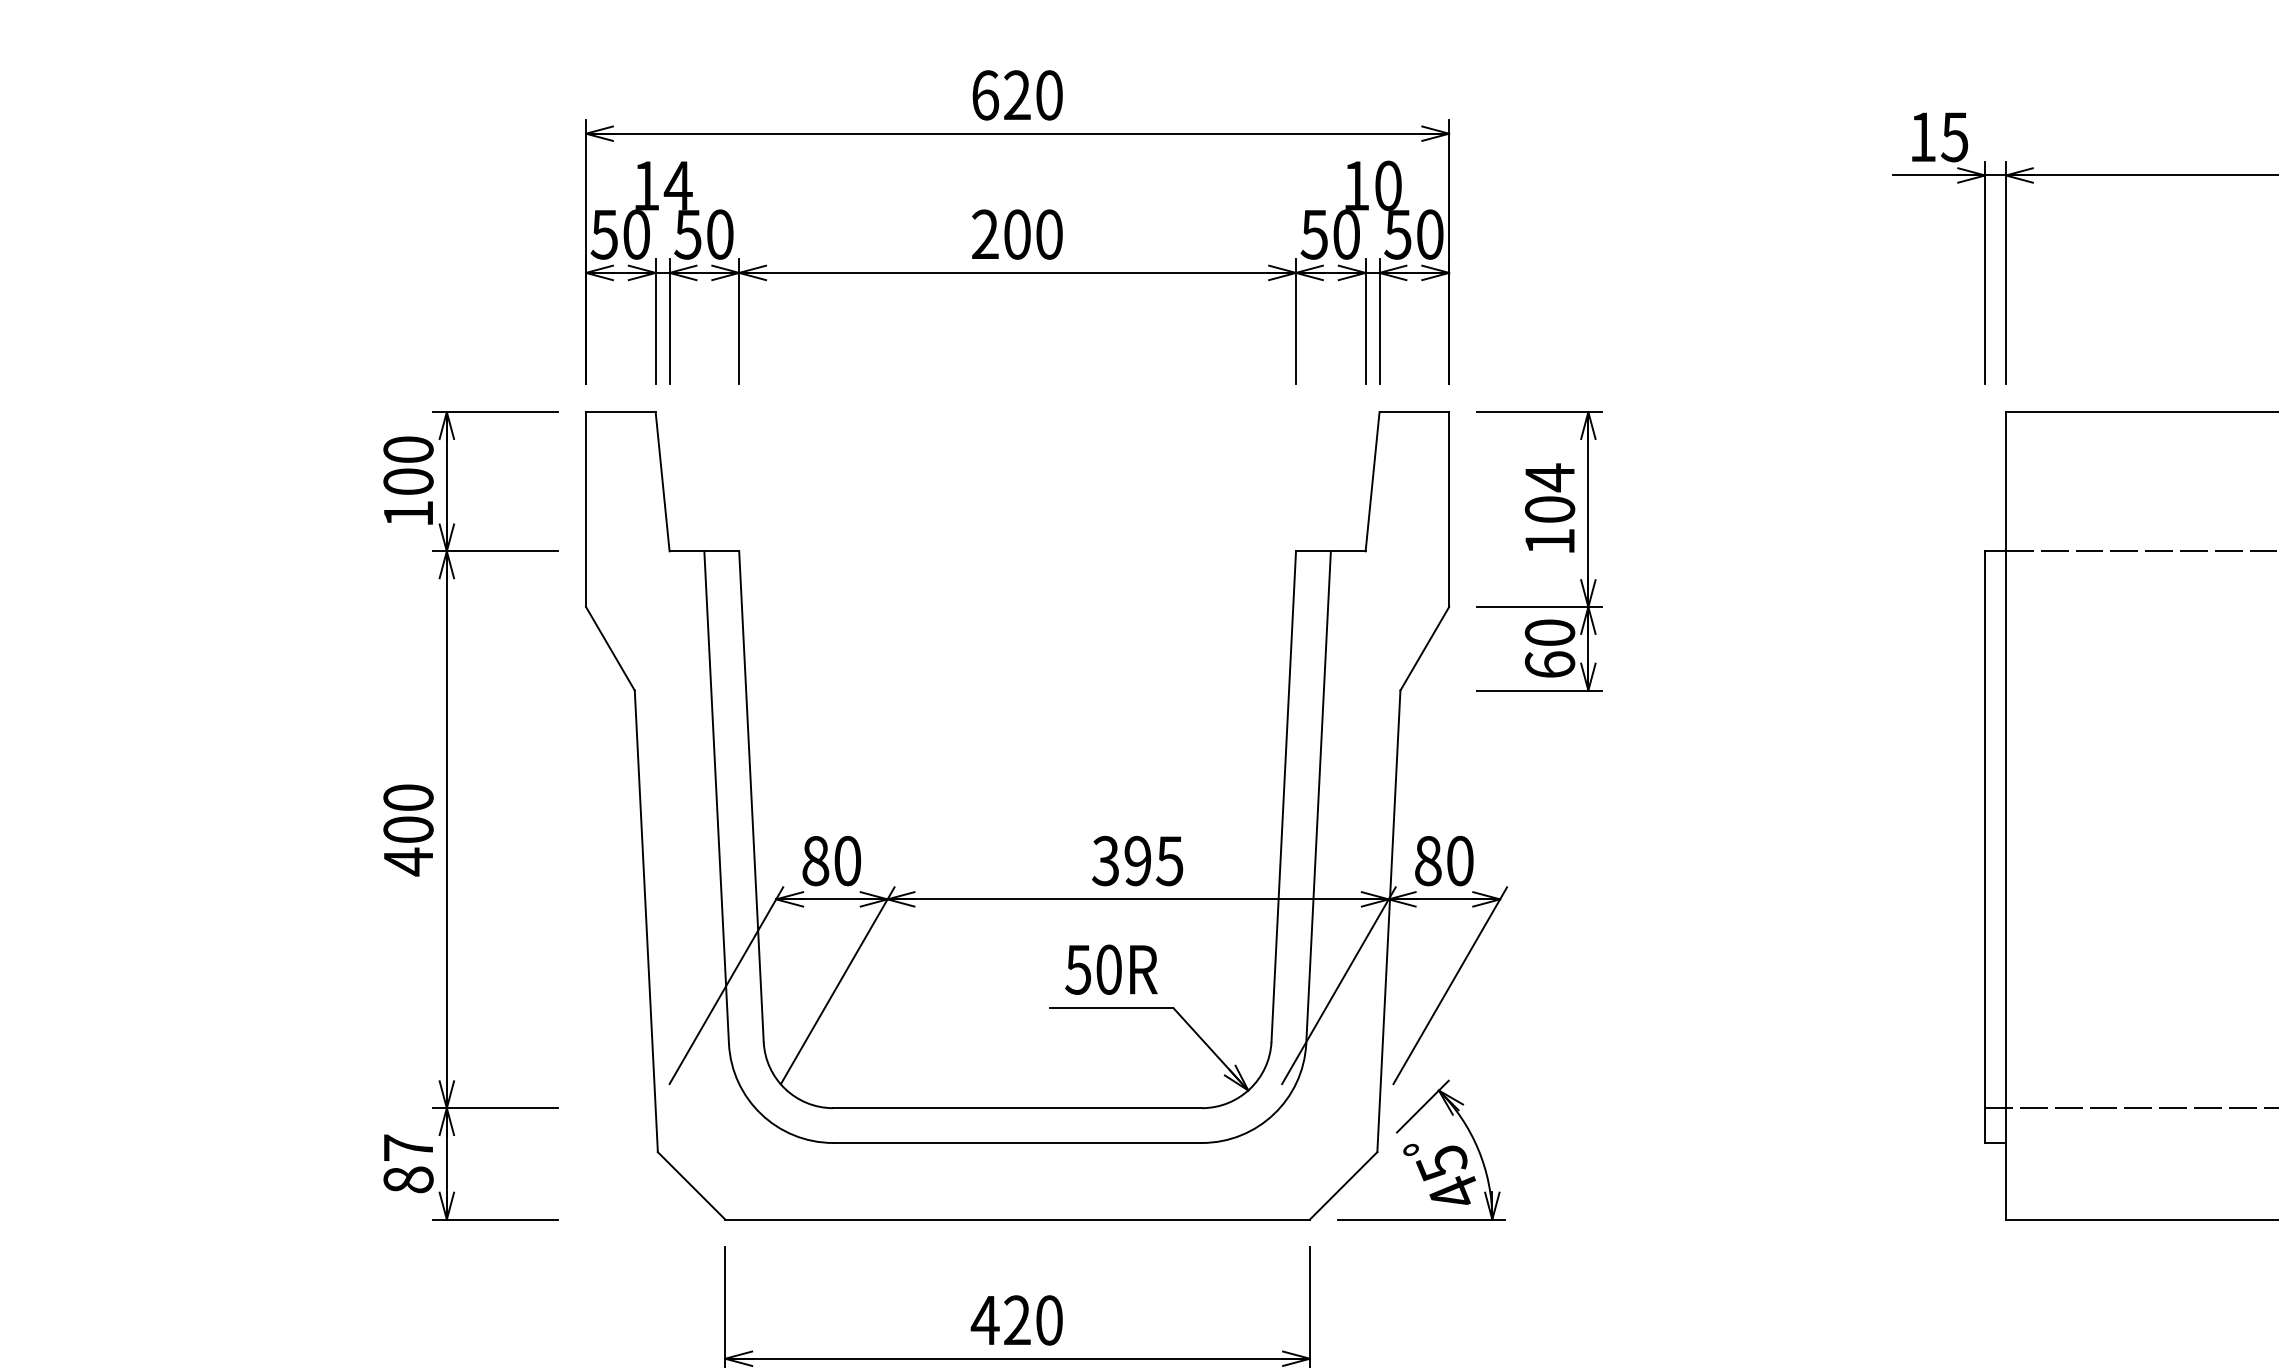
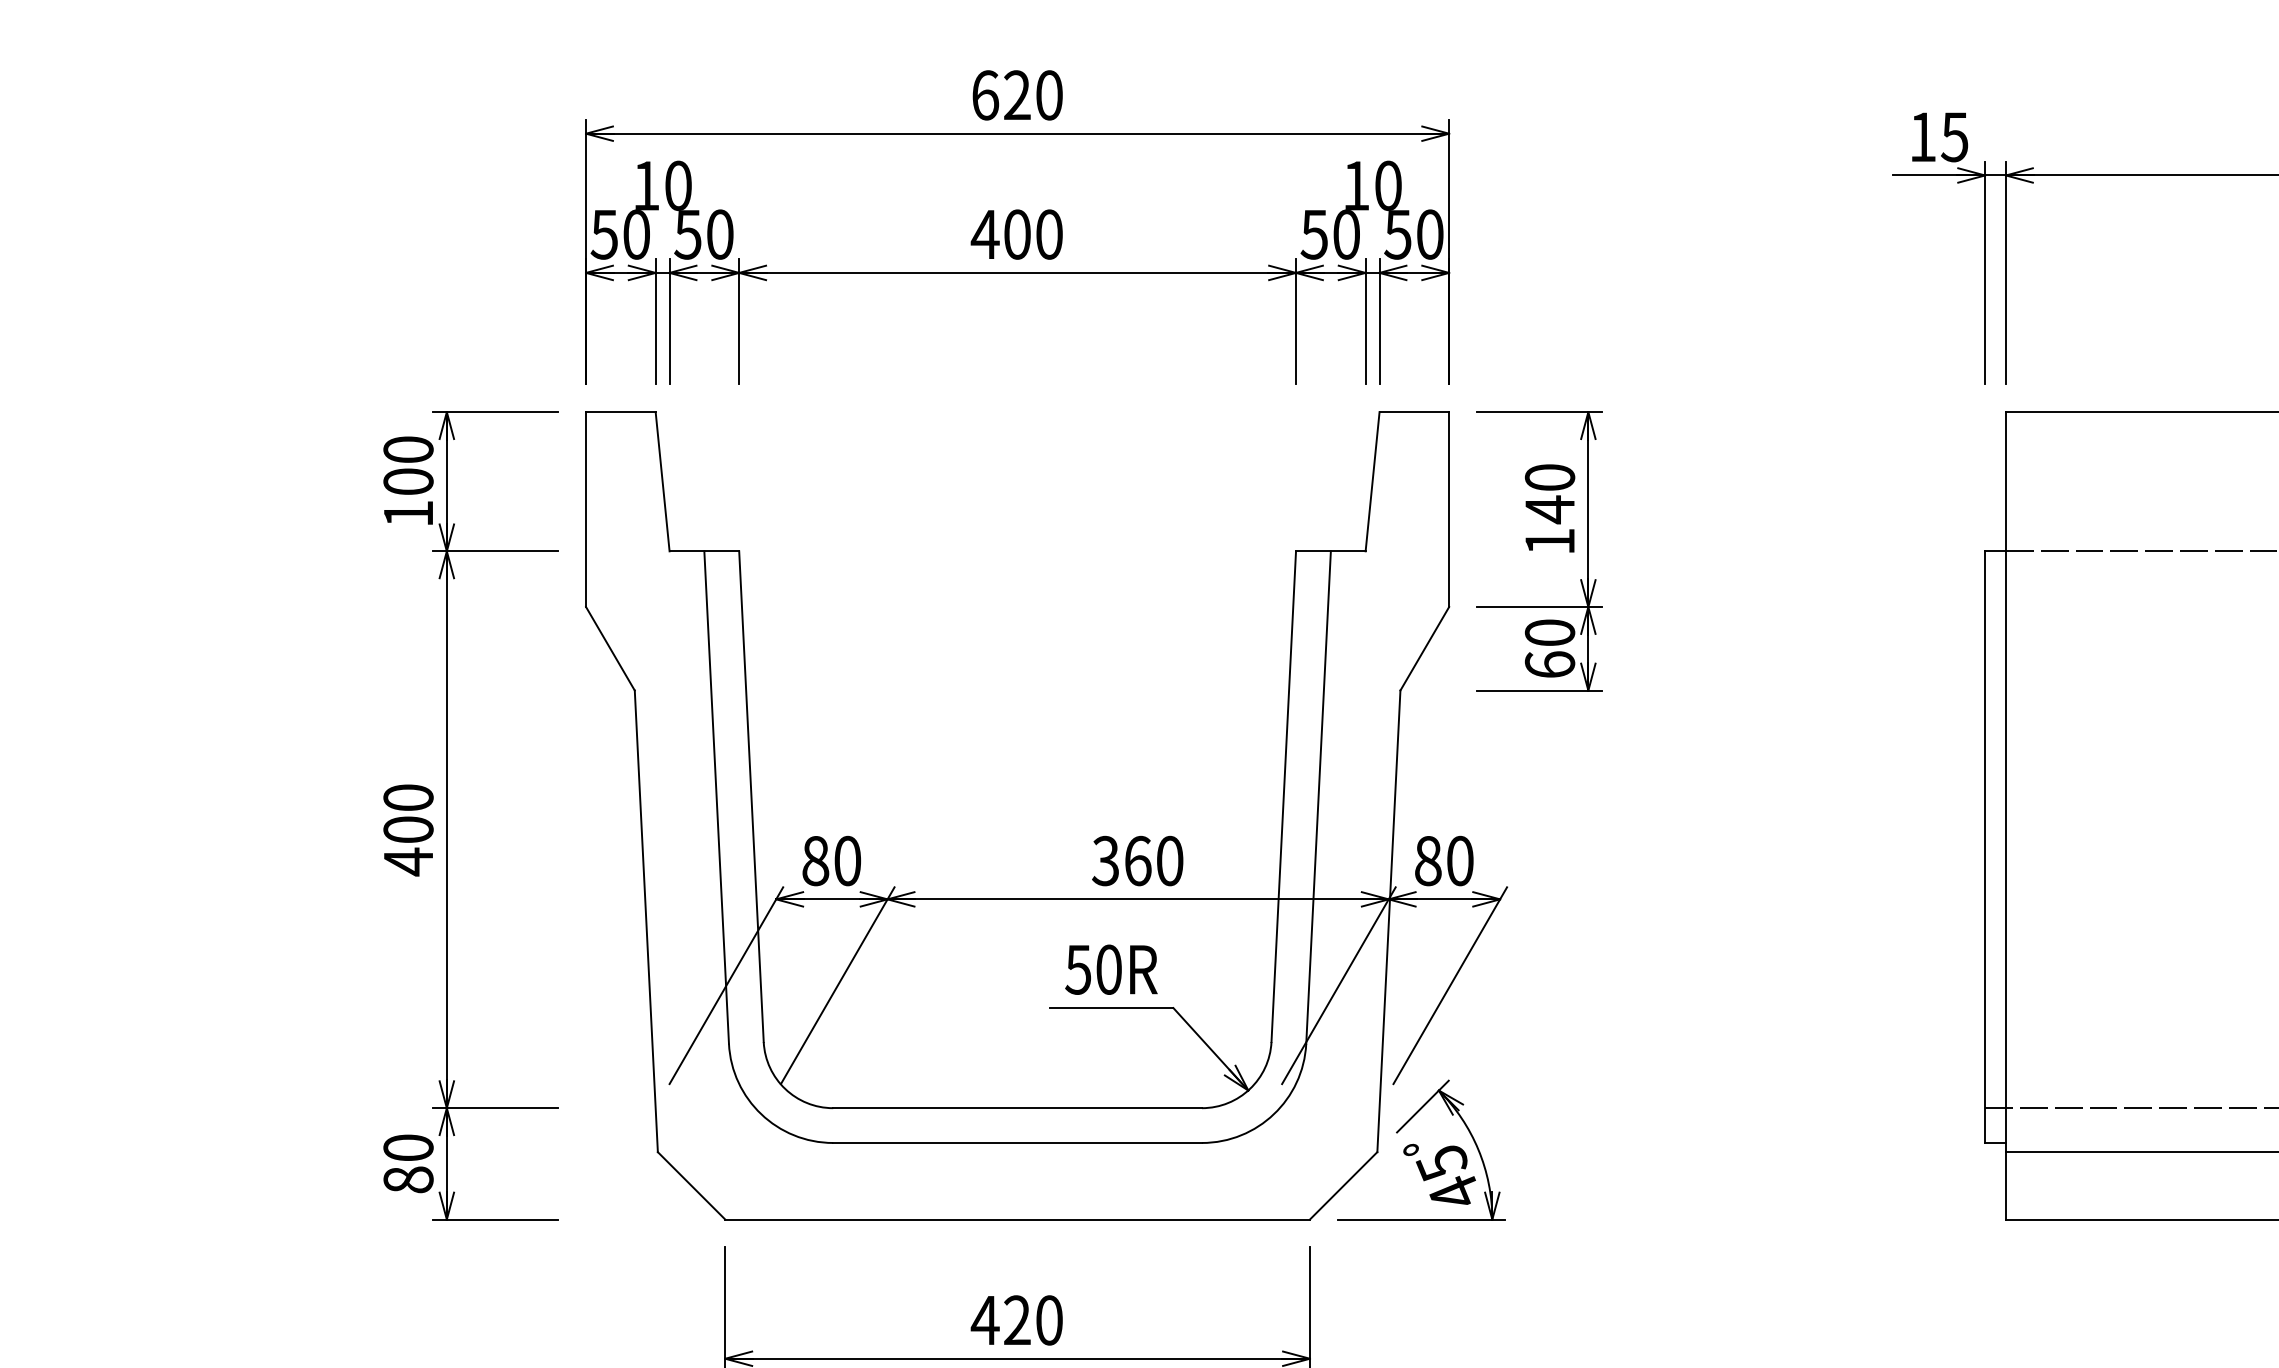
text at (677, 185): 14 -> 10
text at (984, 233): 200 -> 400
text at (1549, 493): 104 -> 140
text at (1153, 860): 395 -> 360
text at (408, 1147): 87 -> 80
line at (2140, 1152): none -> present
